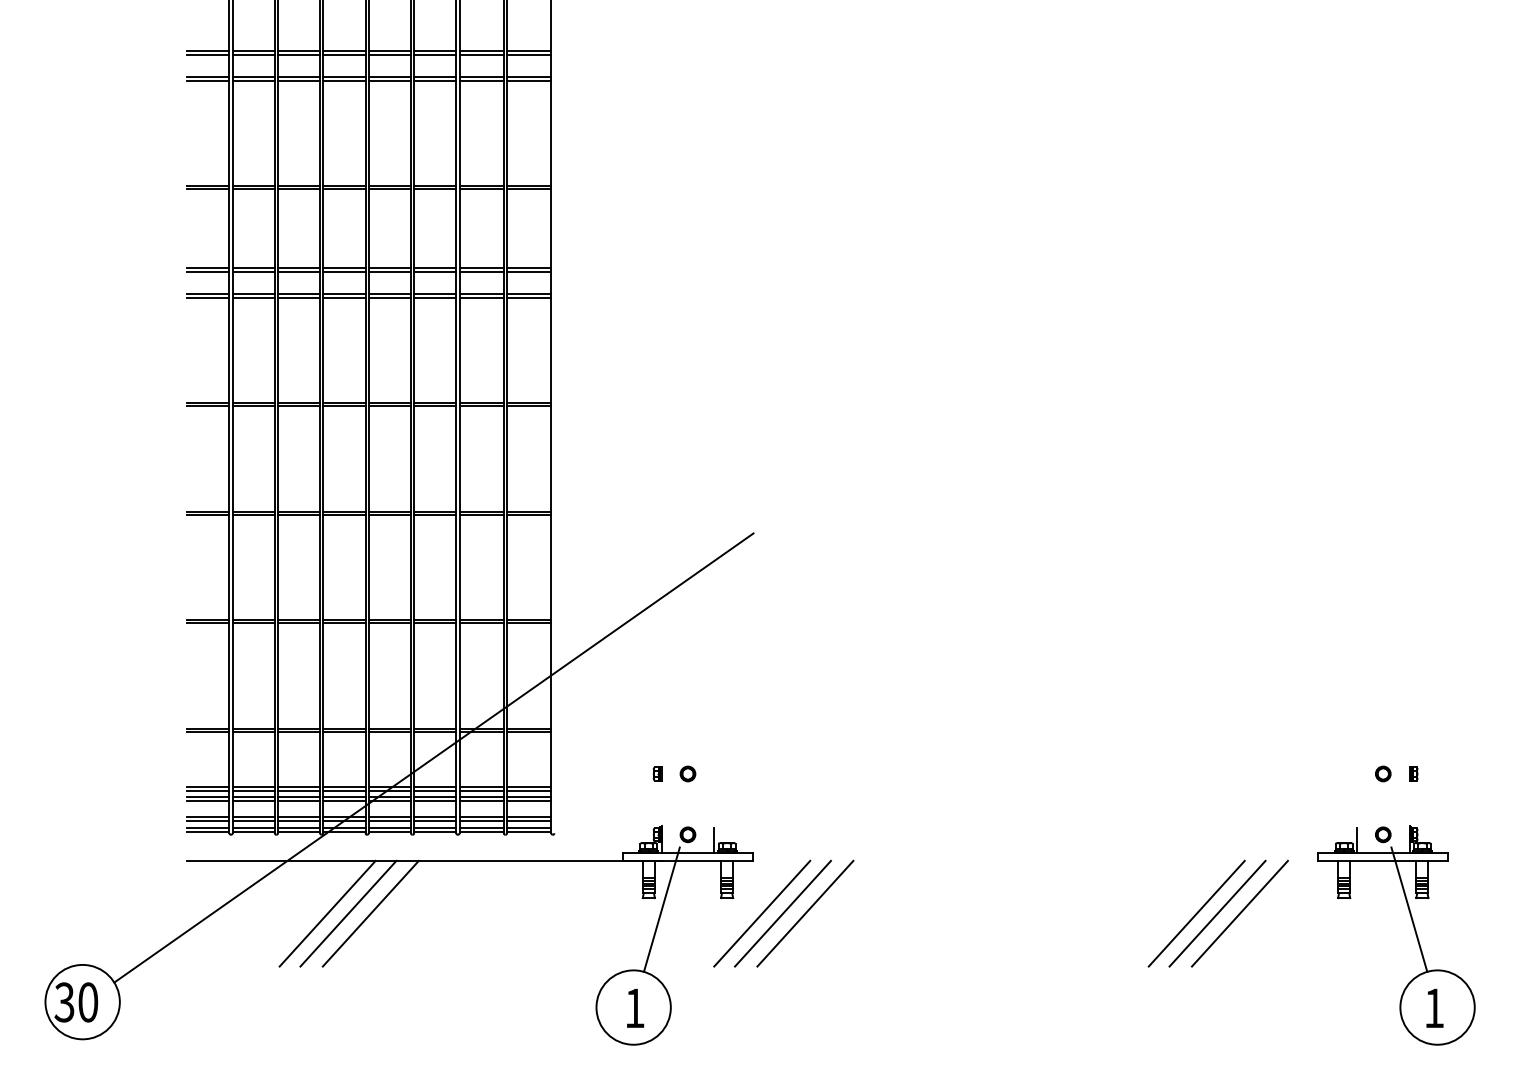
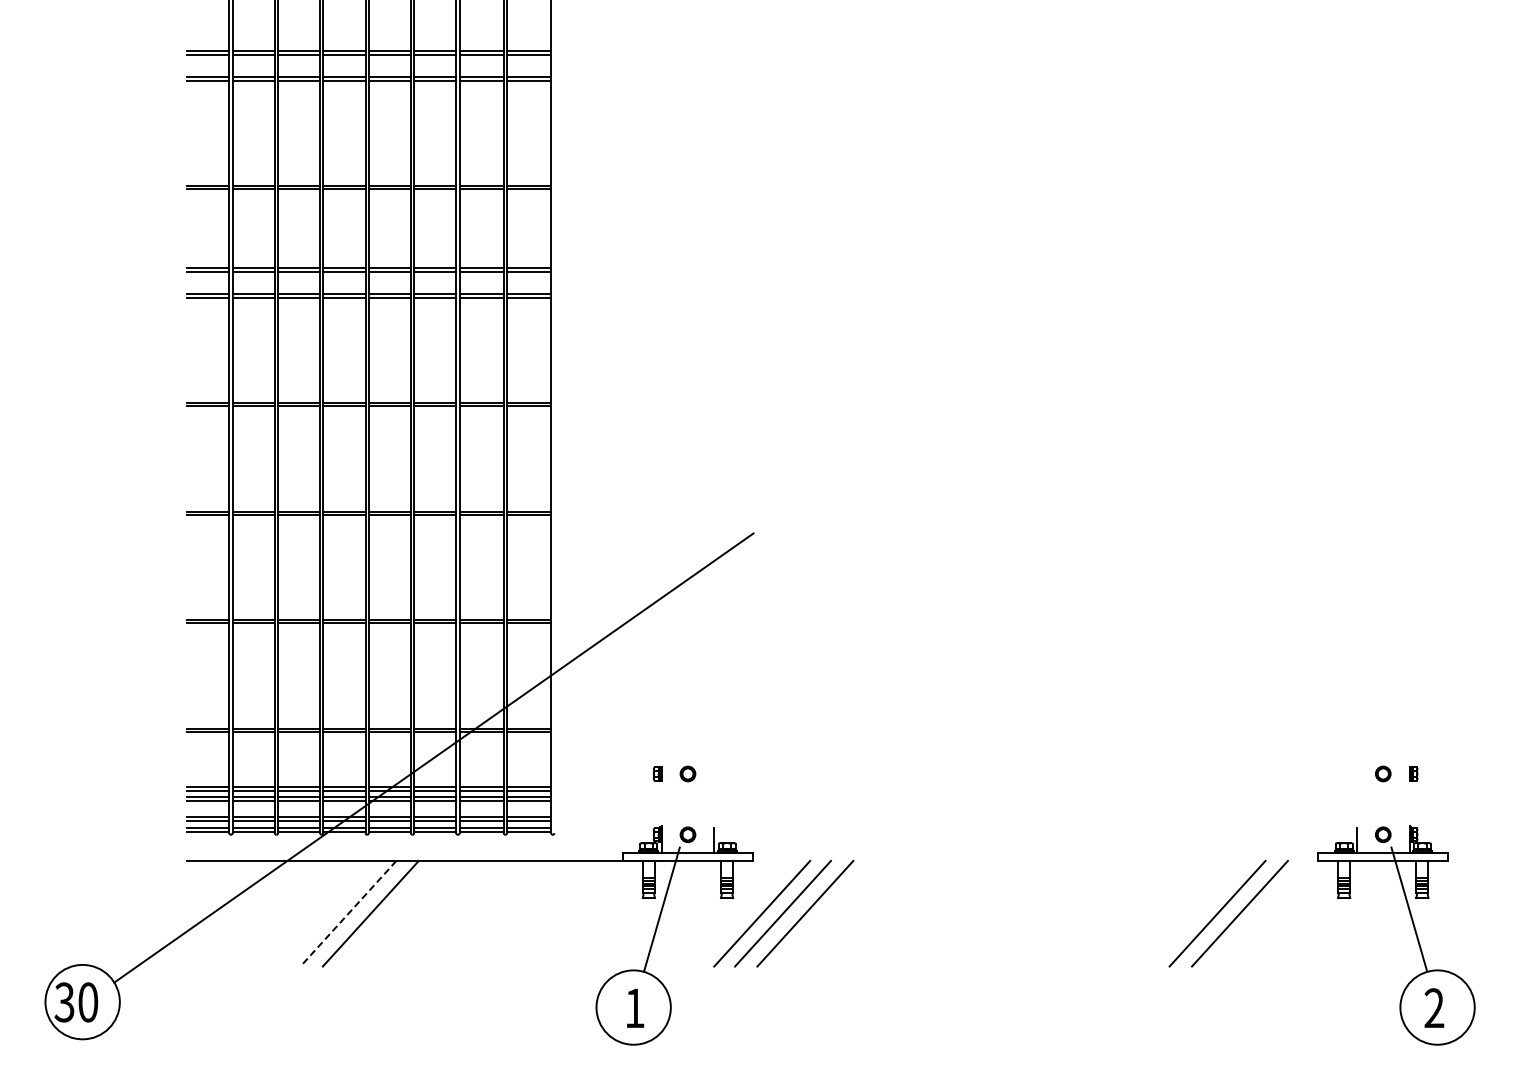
line at (327, 913): present -> none
line at (1196, 913): present -> none
line at (348, 914): solid -> dashed
text at (1434, 1007): 1 -> 2
